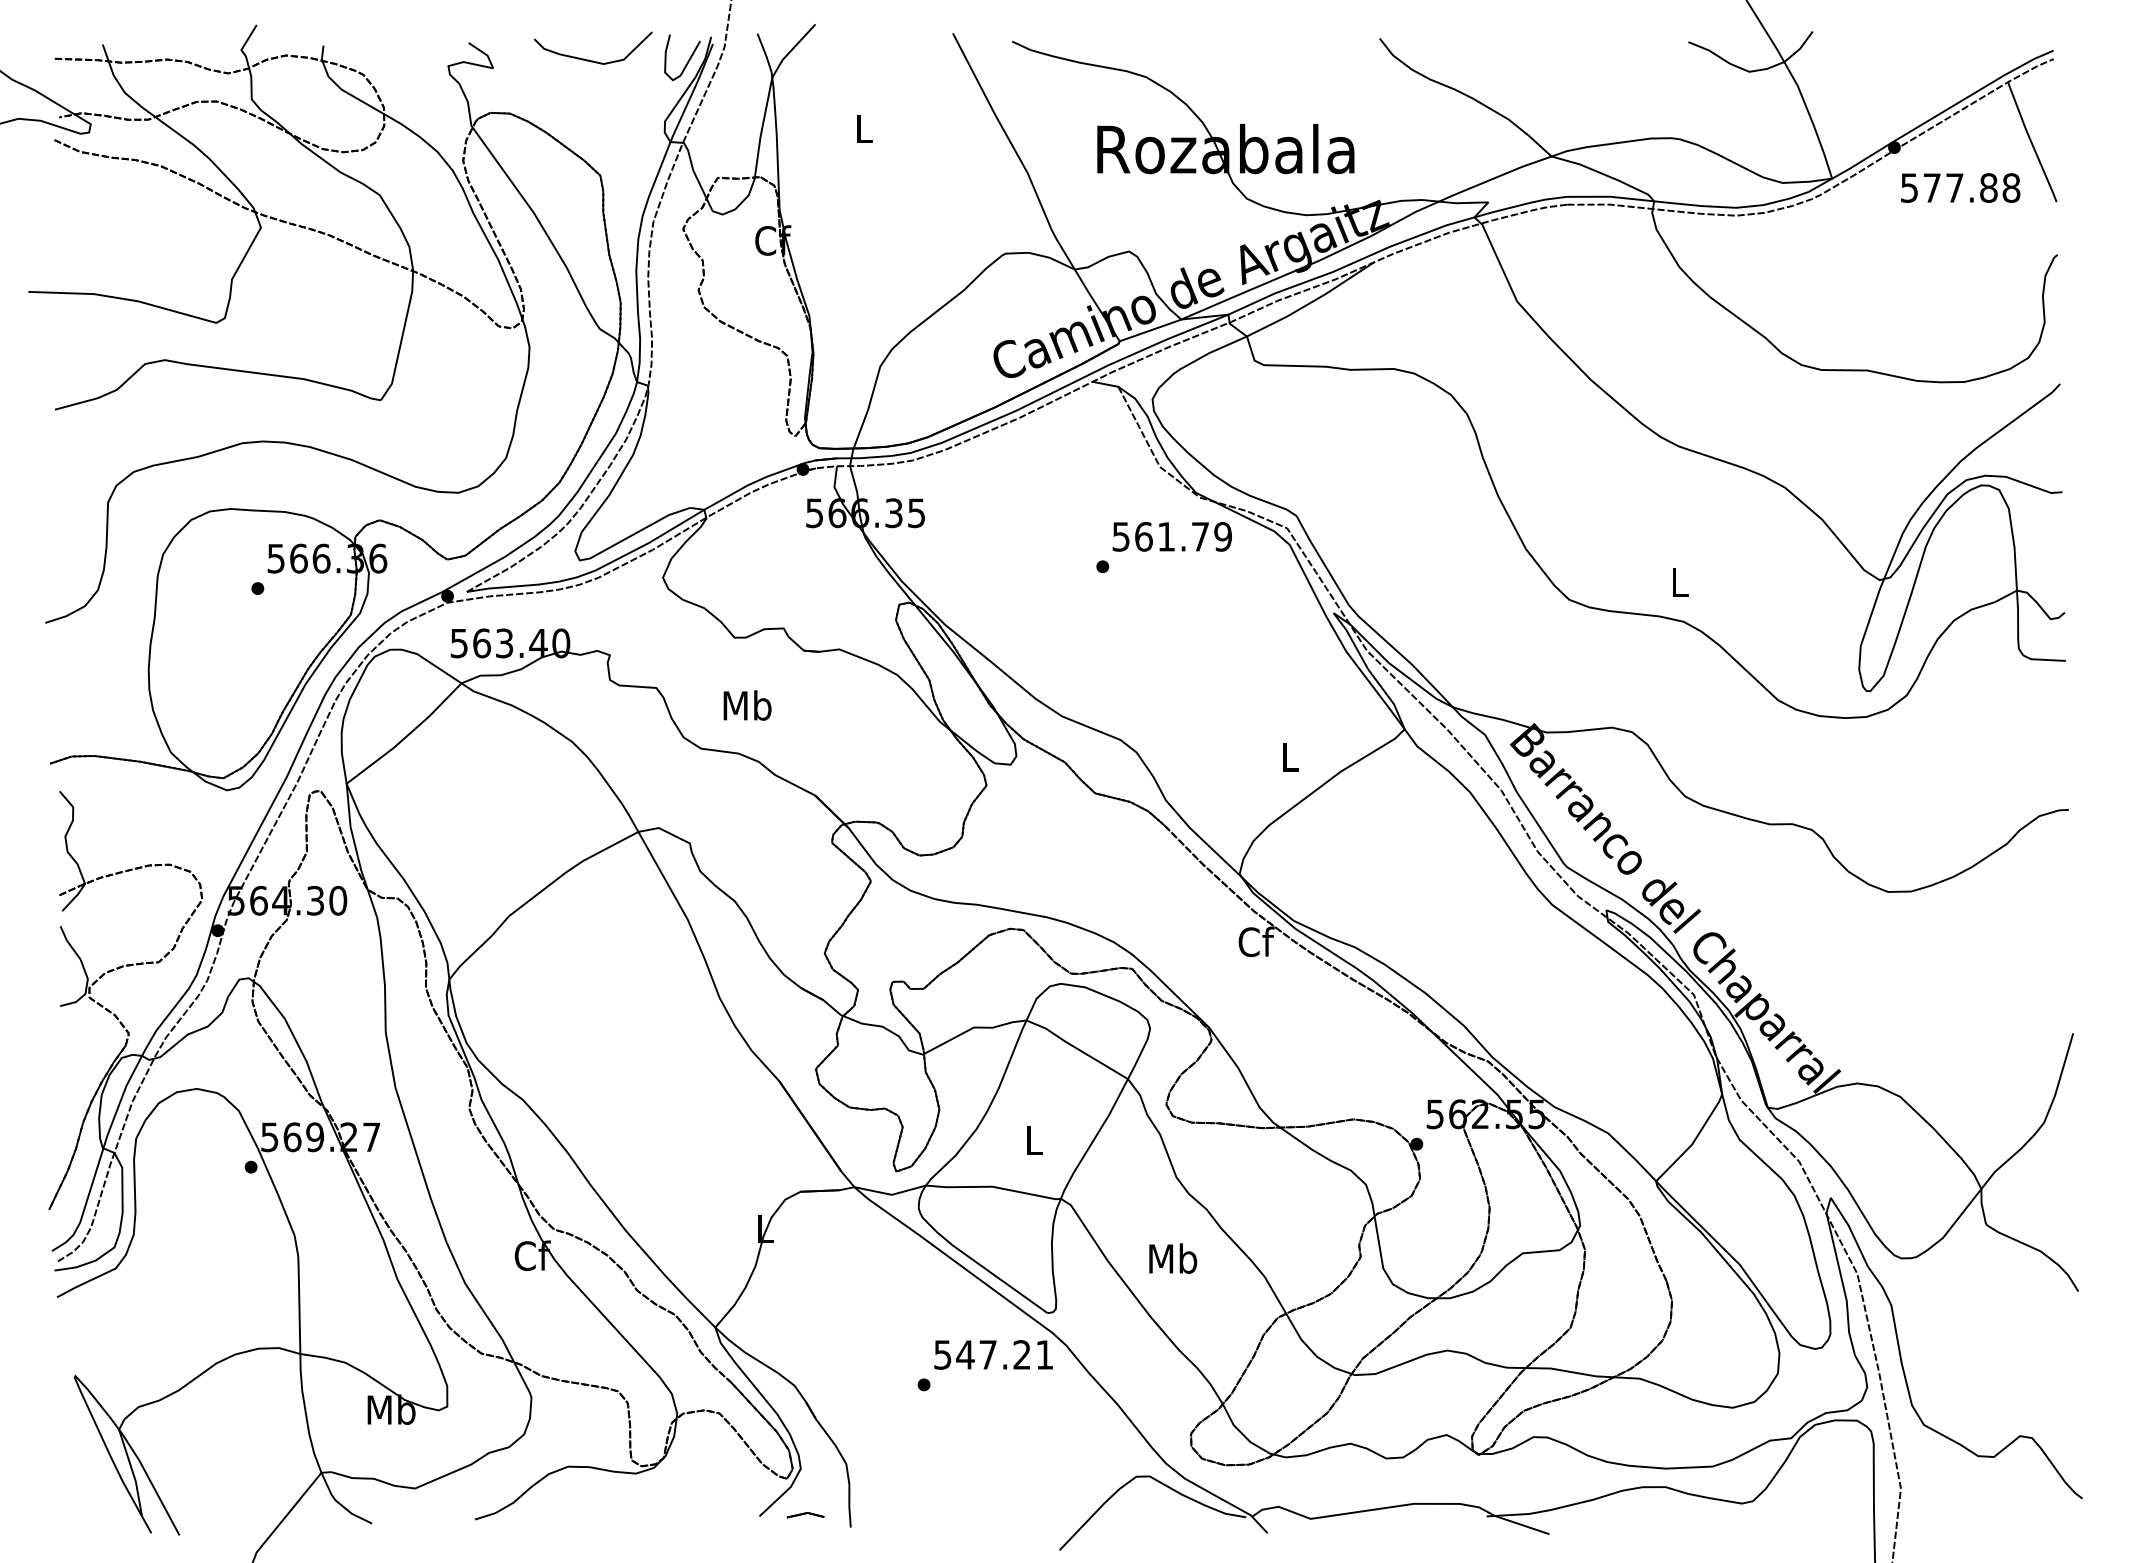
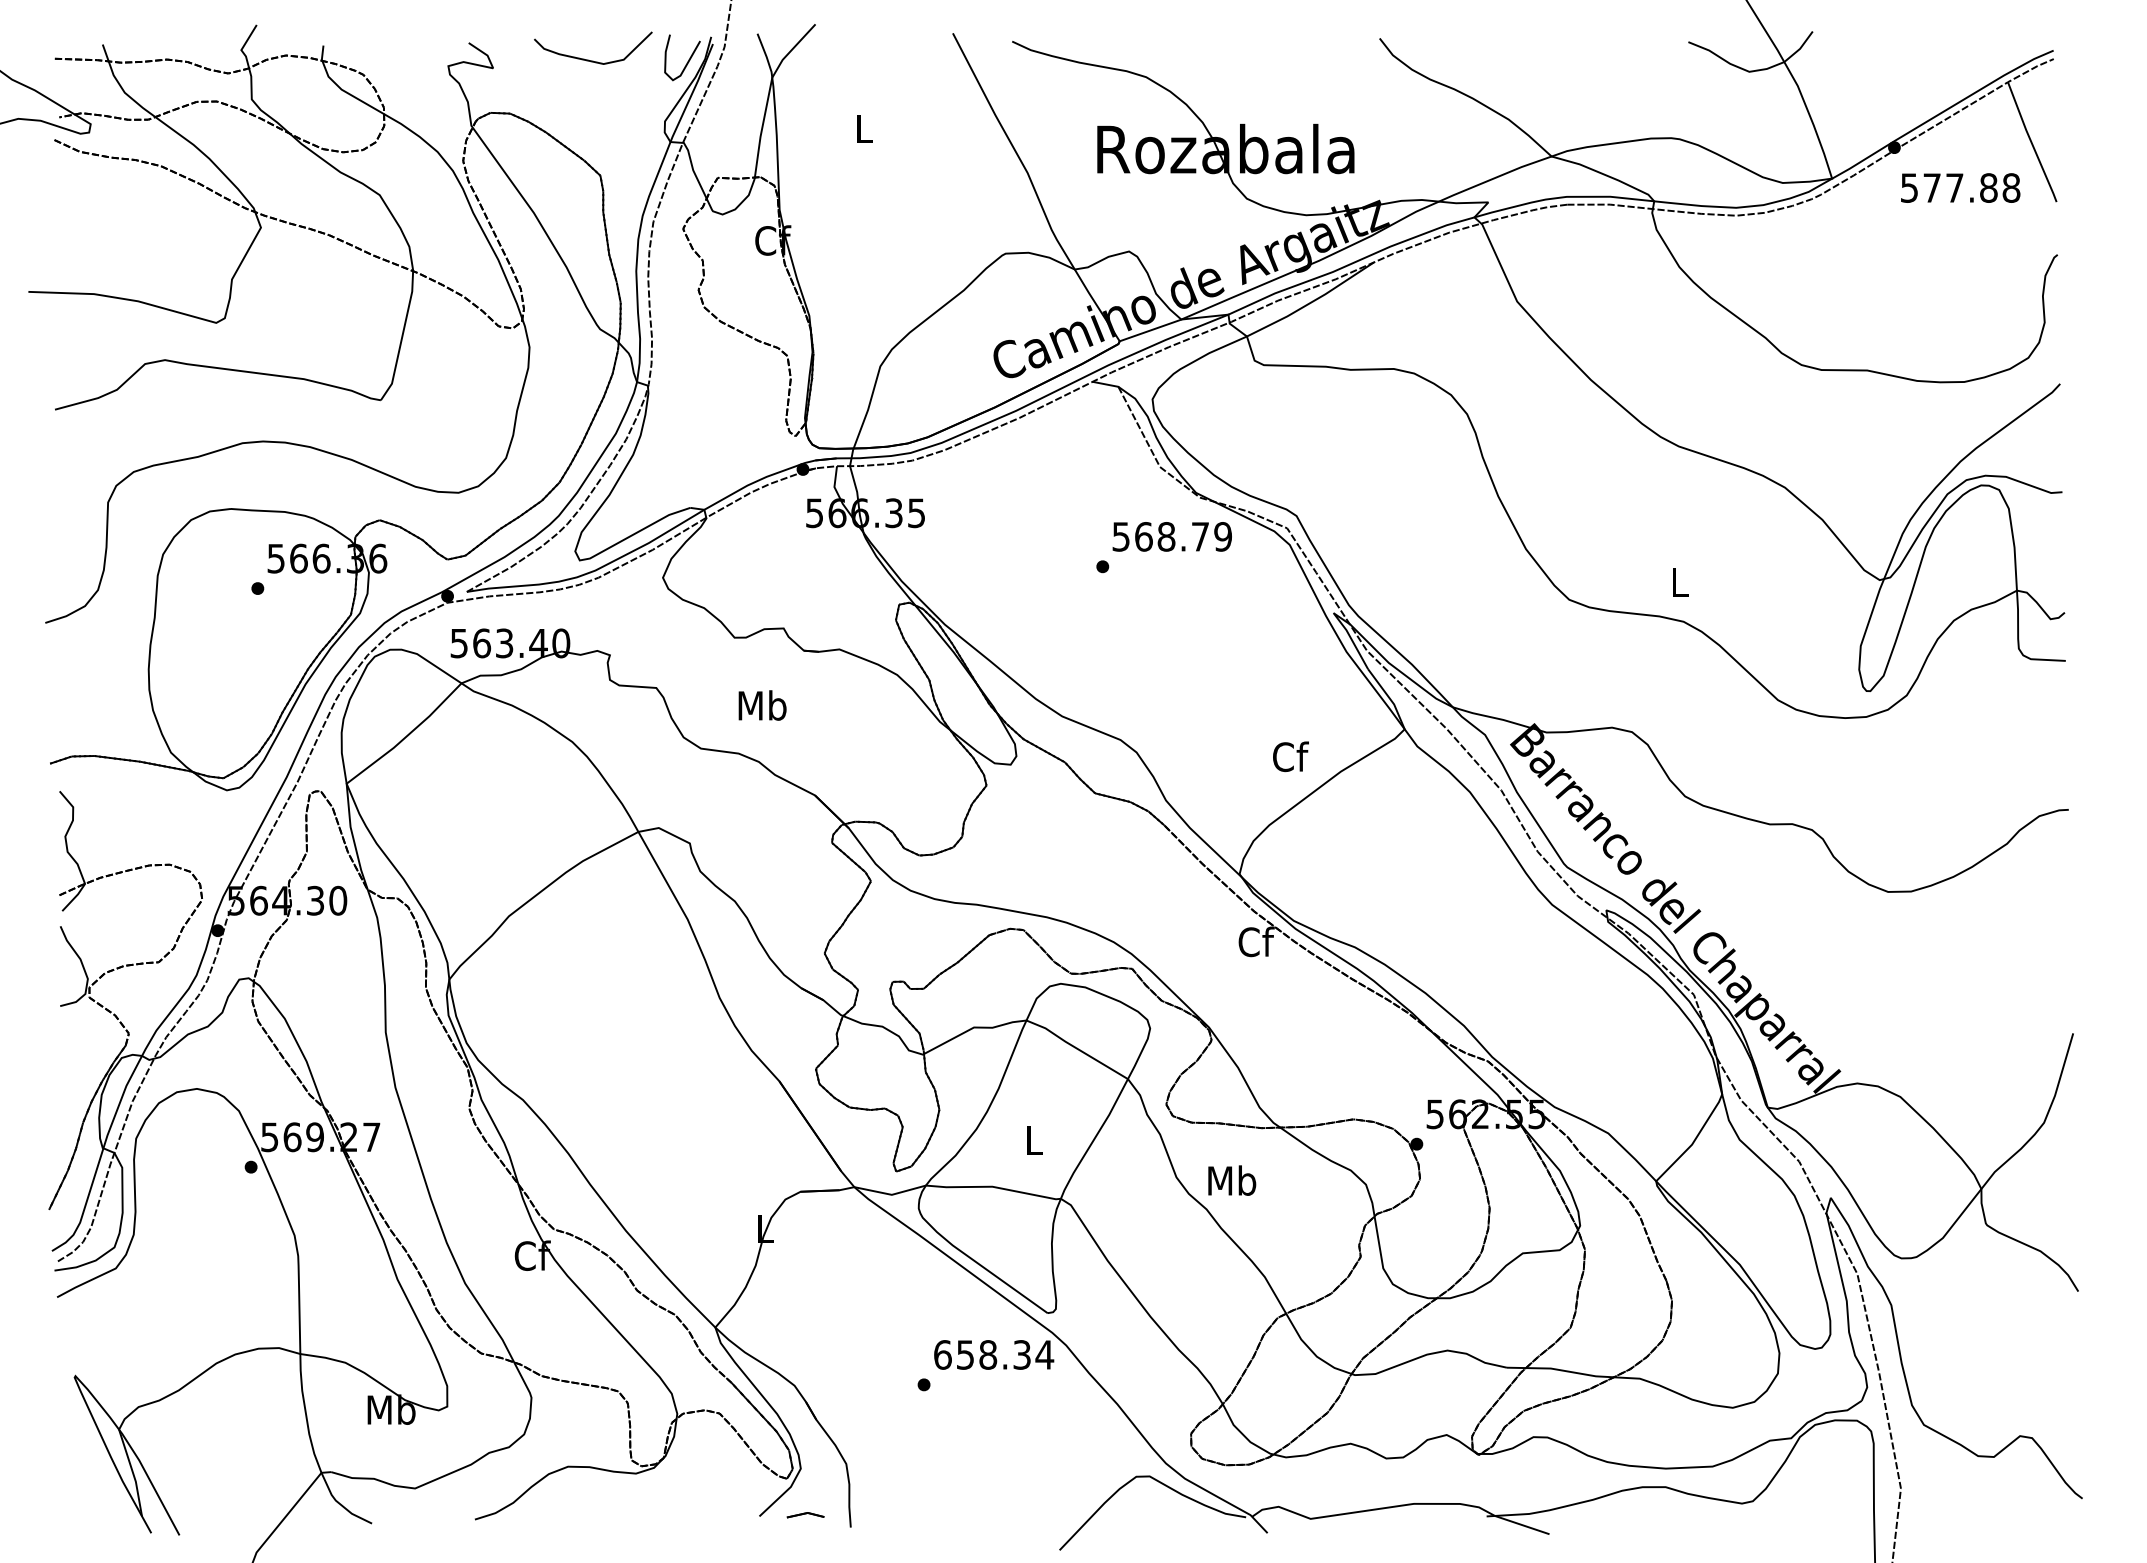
text at (1166, 536): 561.79 -> 568.79
text at (747, 705) position: (747, 705) -> (762, 705)
text at (1290, 756): L -> Cf
text at (1173, 1258) position: (1173, 1258) -> (1232, 1180)
text at (994, 1354): 547.21 -> 658.34
